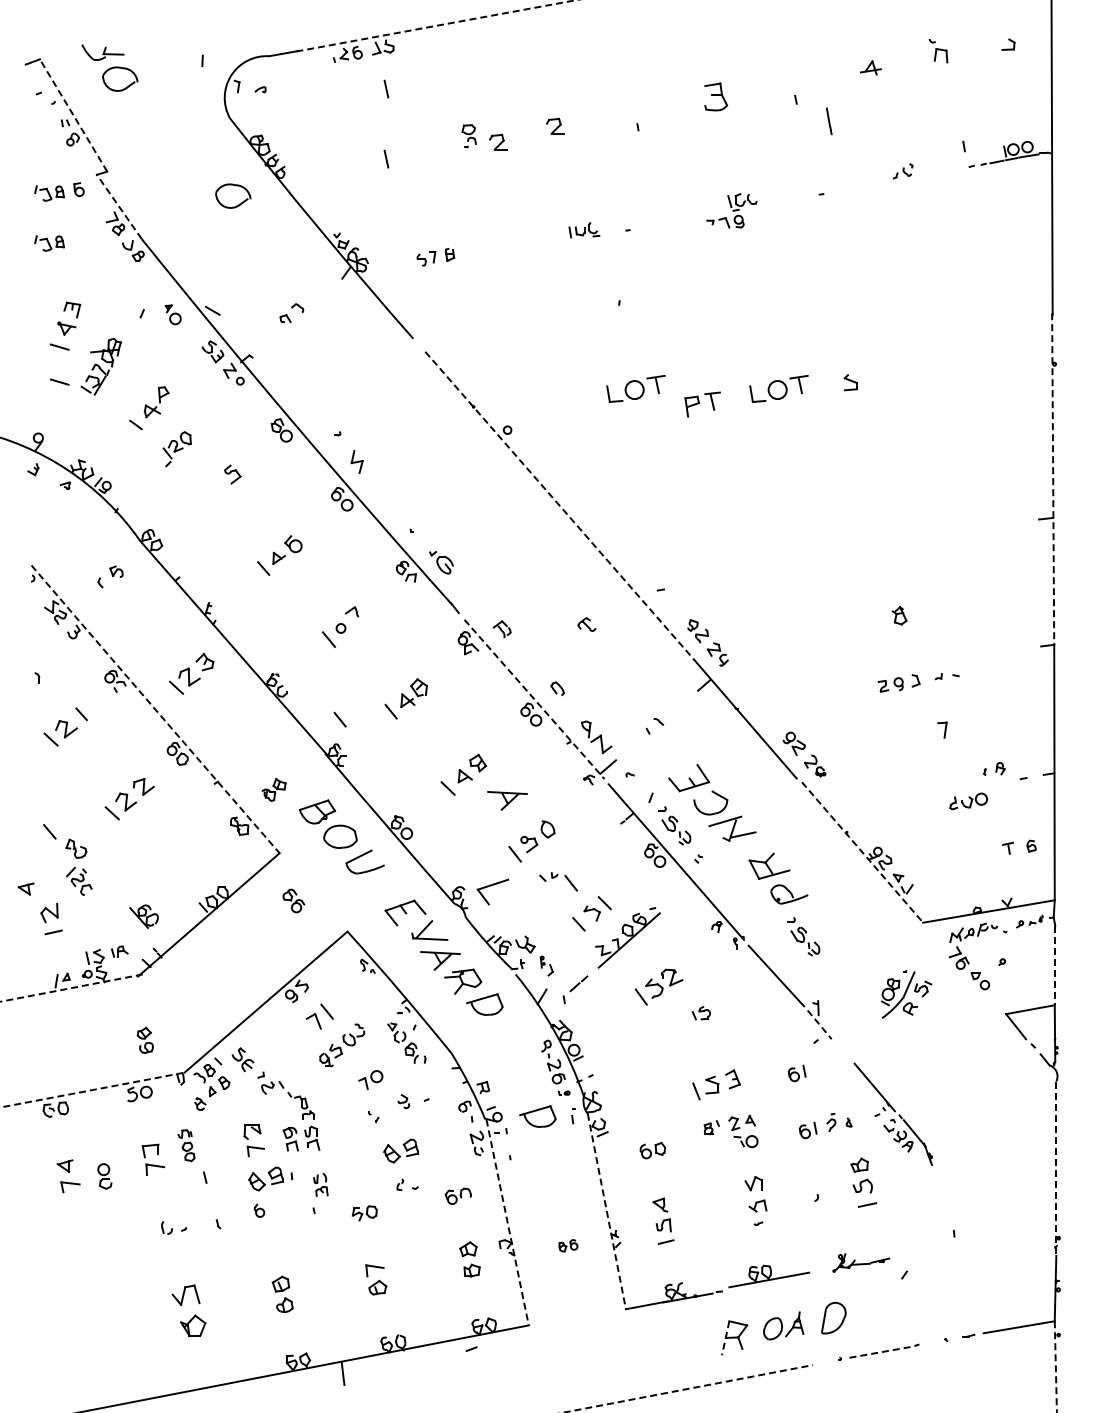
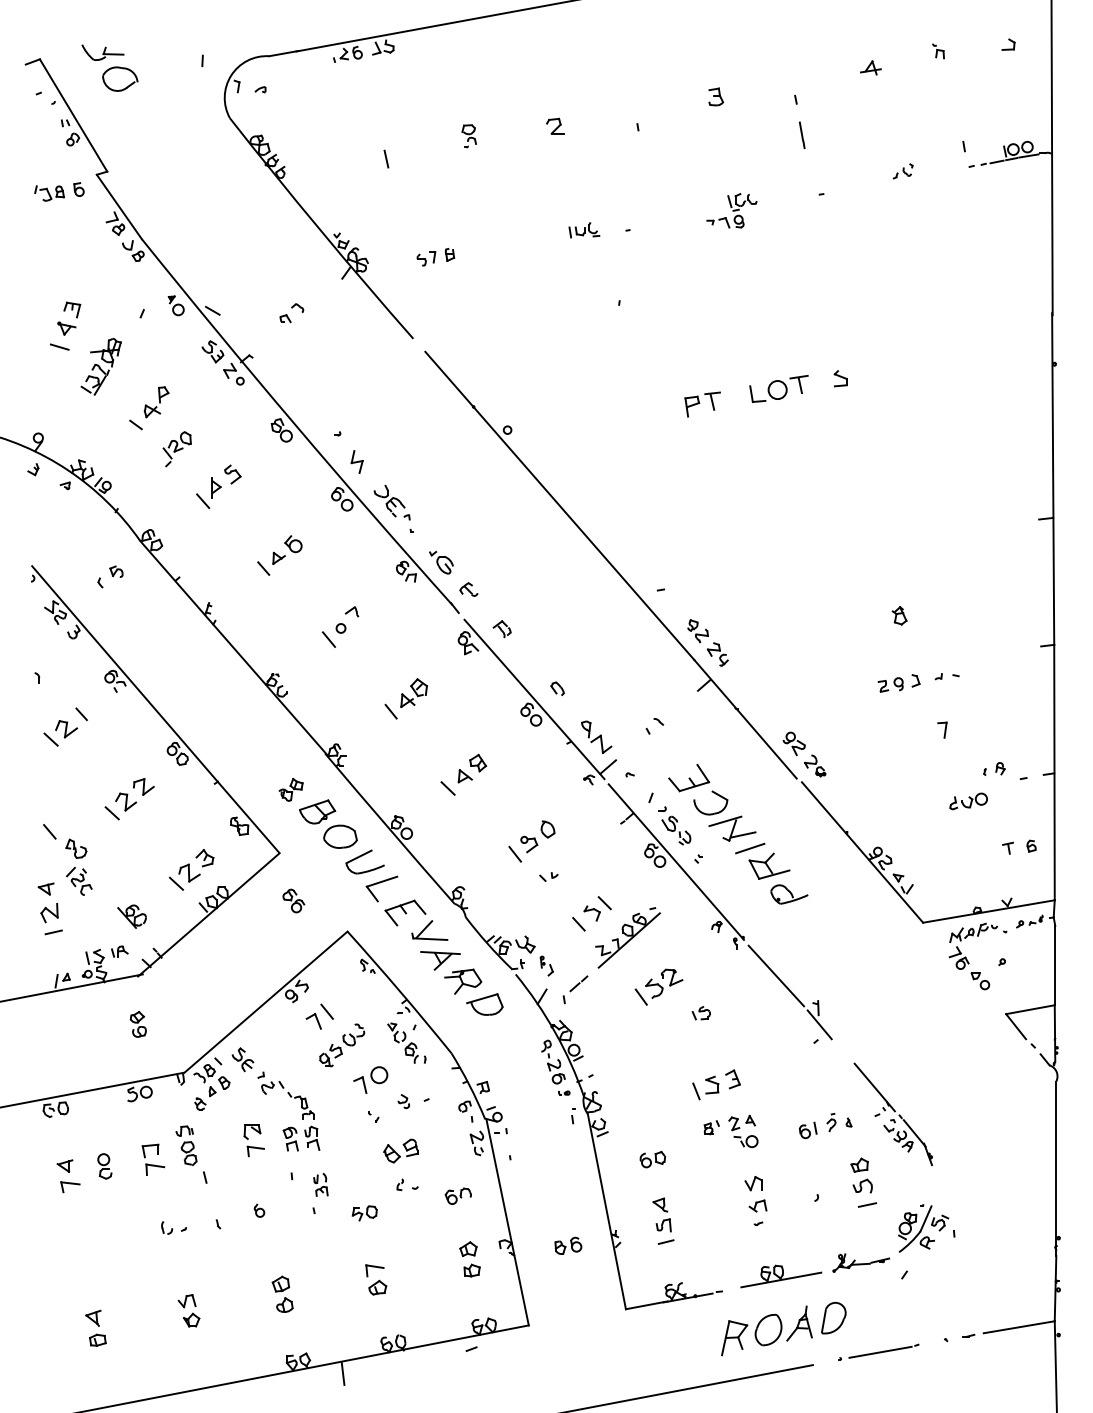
line at (436, 25): dashed -> solid
part at (938, 51) size: 21x25 px -> 13x17 px
line at (386, 88): present -> none
part at (716, 96) size: 25x30 px -> 17x20 px
line at (73, 115): dashed -> solid
line at (829, 121) position: (829, 121) -> (802, 135)
part at (498, 141): present -> none
part at (233, 195): present -> none
line at (119, 206): dashed -> solid
part at (49, 243): present -> none
part at (172, 314) position: (172, 314) -> (175, 305)
line at (59, 381): present -> none
part at (850, 382) position: (850, 382) -> (840, 378)
part at (635, 388): present -> none
line at (1053, 479): dashed -> solid
part at (208, 492): none -> present
part at (391, 502): none -> present
line at (559, 505): dashed -> solid
part at (586, 624) position: (586, 624) -> (468, 589)
part at (191, 673) position: (191, 673) -> (191, 869)
line at (534, 699): dashed -> solid
arc at (155, 709): dashed -> solid
line at (339, 719): present -> none
part at (273, 789) position: (273, 789) -> (290, 789)
part at (507, 800): present -> none
line at (750, 848): none -> present
line at (862, 852): dashed -> solid
line at (570, 882): present -> none
part at (25, 888) position: (25, 888) -> (45, 888)
part at (492, 891) position: (492, 891) -> (381, 888)
part at (143, 916) position: (143, 916) -> (131, 916)
part at (803, 936): present -> none
line at (1054, 965): dashed -> solid
line at (71, 988): dashed -> solid
part at (906, 994) position: (906, 994) -> (923, 1228)
line at (819, 1024): dashed -> solid
part at (144, 1039) position: (144, 1039) -> (137, 1023)
part at (796, 1073): present -> none
part at (370, 1080) size: 26x21 px -> 36x28 px
arc at (92, 1090): dashed -> solid
part at (537, 1116): present -> none
part at (186, 1145) size: 19x34 px -> 23x41 px
part at (652, 1150) position: (652, 1150) -> (652, 1159)
line at (1056, 1169): dashed -> solid
part at (104, 1176) position: (104, 1176) -> (104, 1166)
part at (265, 1178): present -> none
line at (606, 1211): dashed -> solid
line at (507, 1223): dashed -> solid
part at (568, 1245) size: 21x14 px -> 29x19 px
part at (769, 1276) position: (769, 1276) -> (781, 1276)
part at (188, 1310) size: 36x53 px -> 24x34 px
part at (783, 1325) size: 42x30 px -> 59x42 px
part at (95, 1327): none -> present
line at (725, 1338): dashed -> solid
line at (880, 1352): dashed -> solid
line at (1055, 1367): dashed -> solid
line at (688, 1388): dashed -> solid
